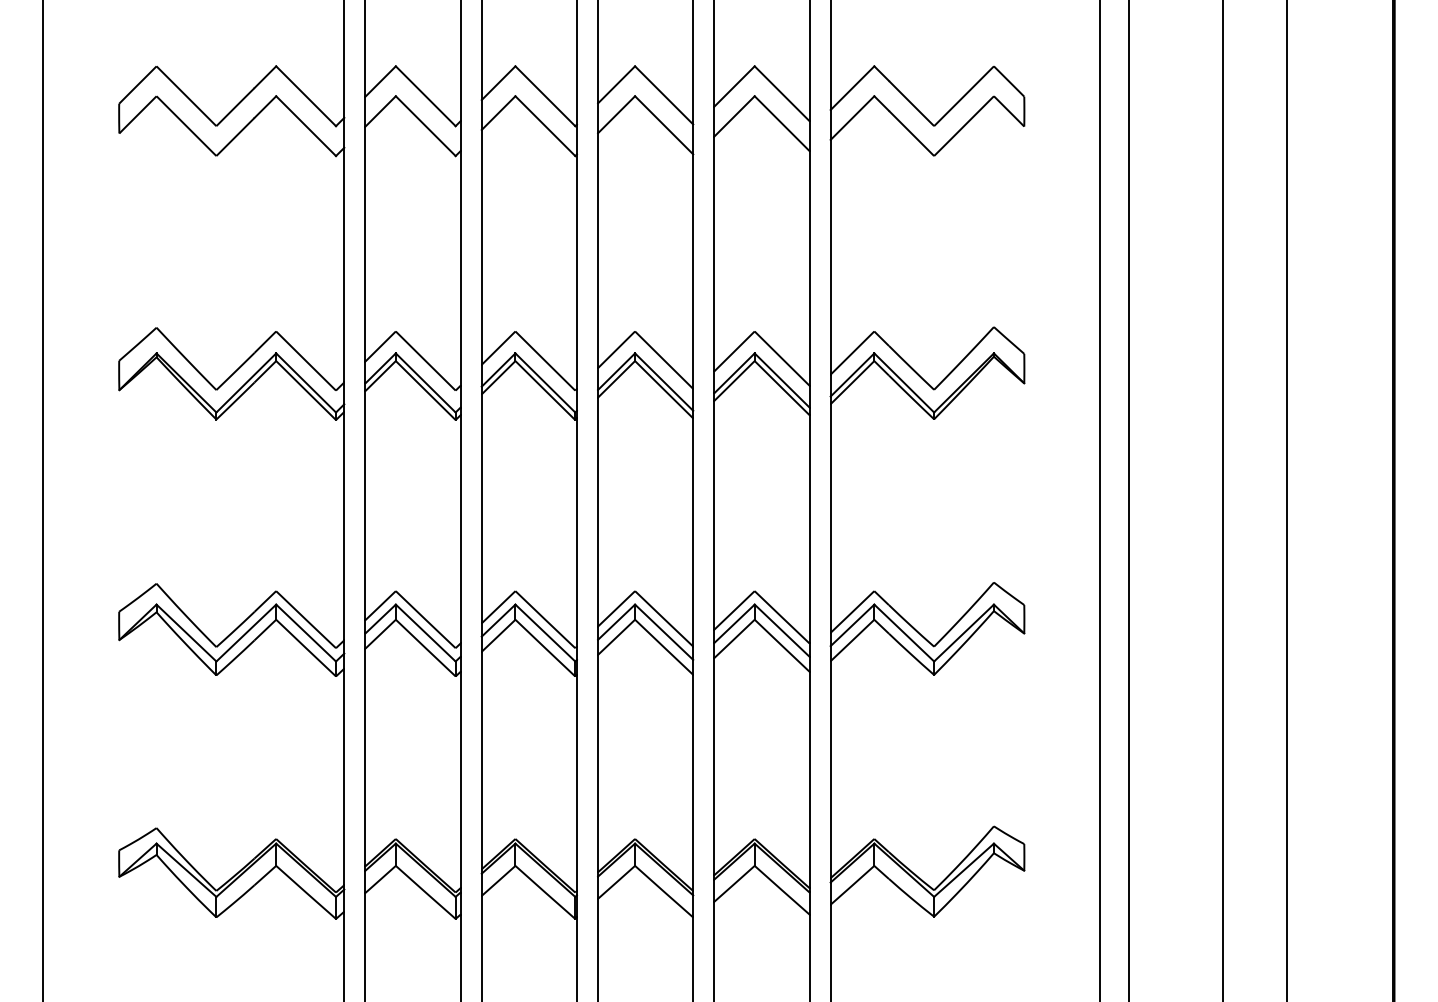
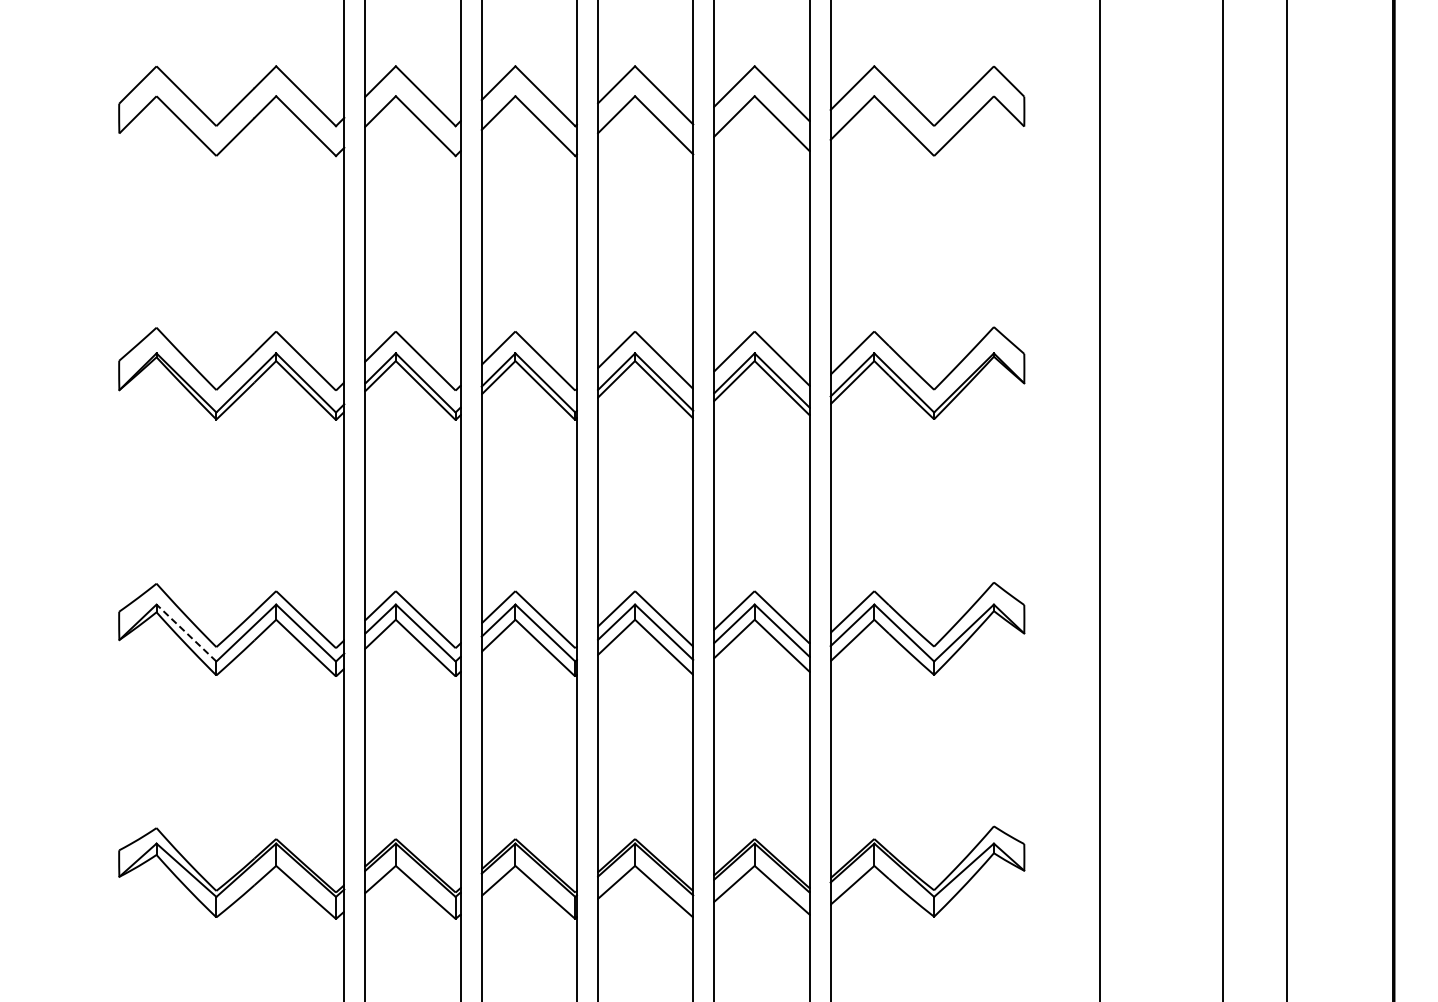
line at (43, 500): present -> none
line at (1128, 500): present -> none
line at (186, 632): solid -> dashed
